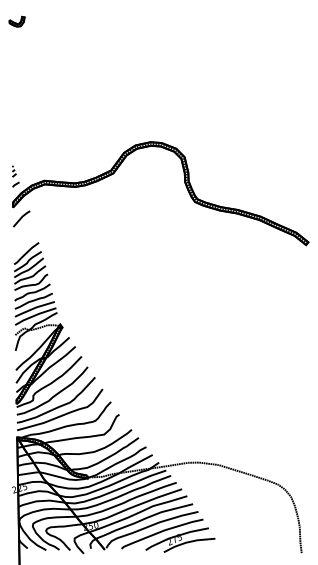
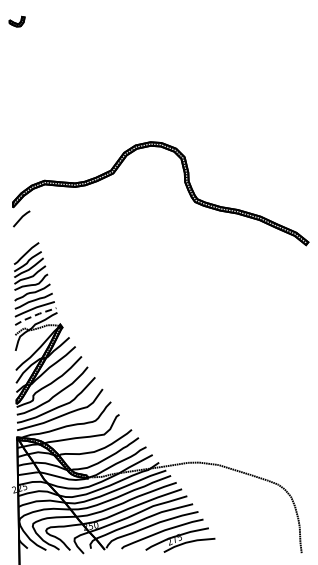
part at (15, 176): present -> none
line at (35, 315): solid -> dashed
